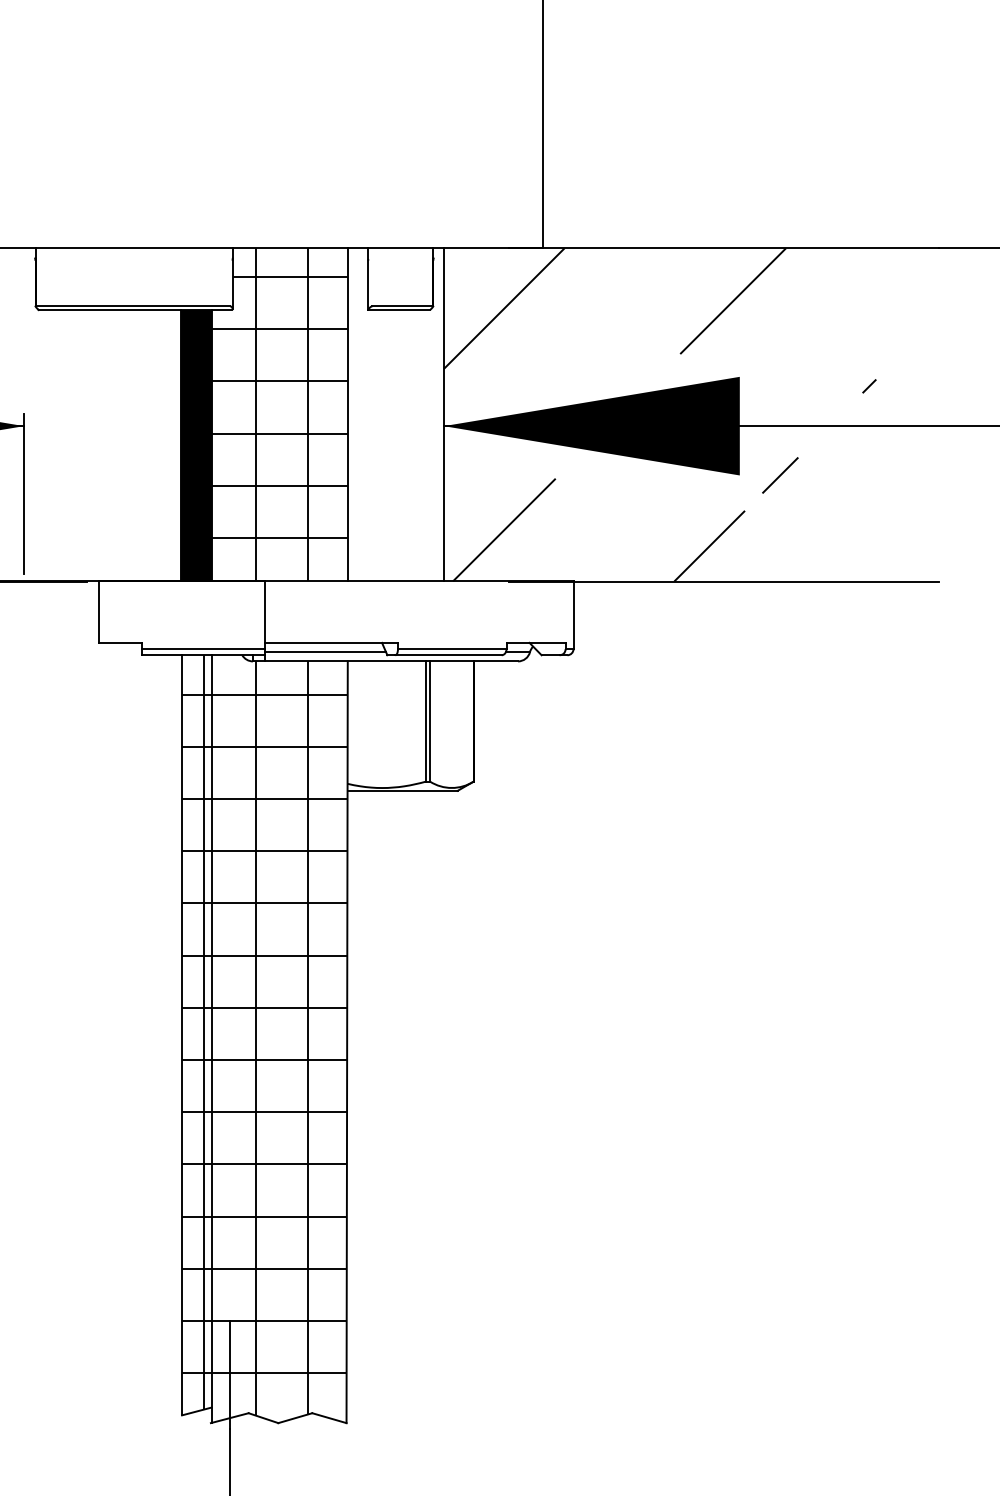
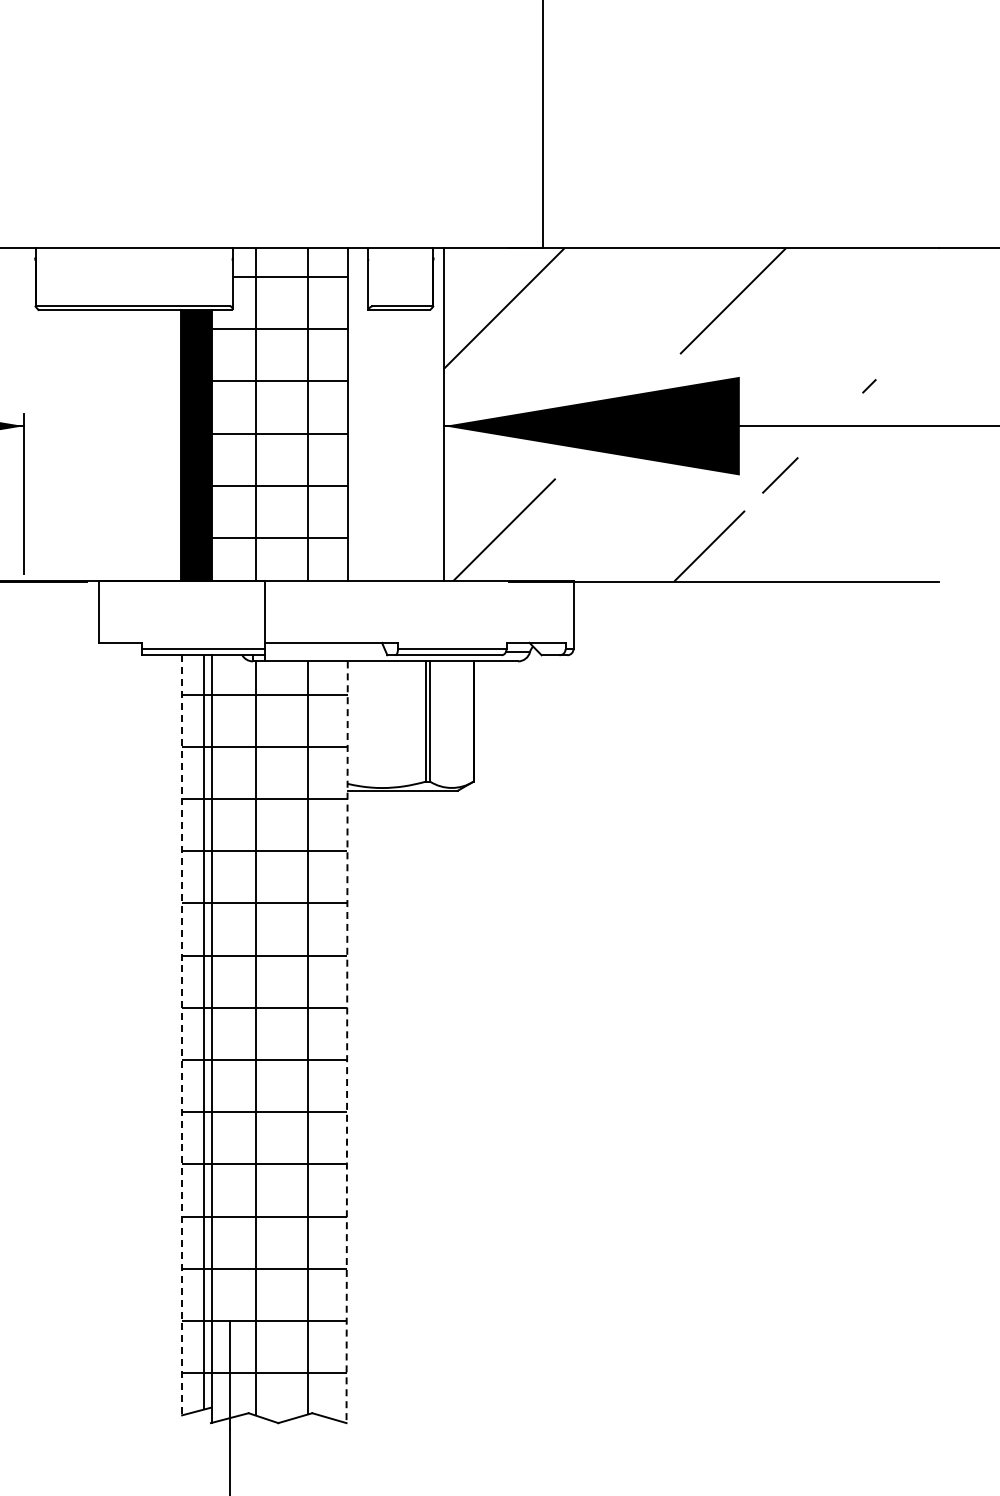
line at (325, 652): present -> none
line at (182, 1035): solid -> dashed
line at (347, 1042): solid -> dashed
